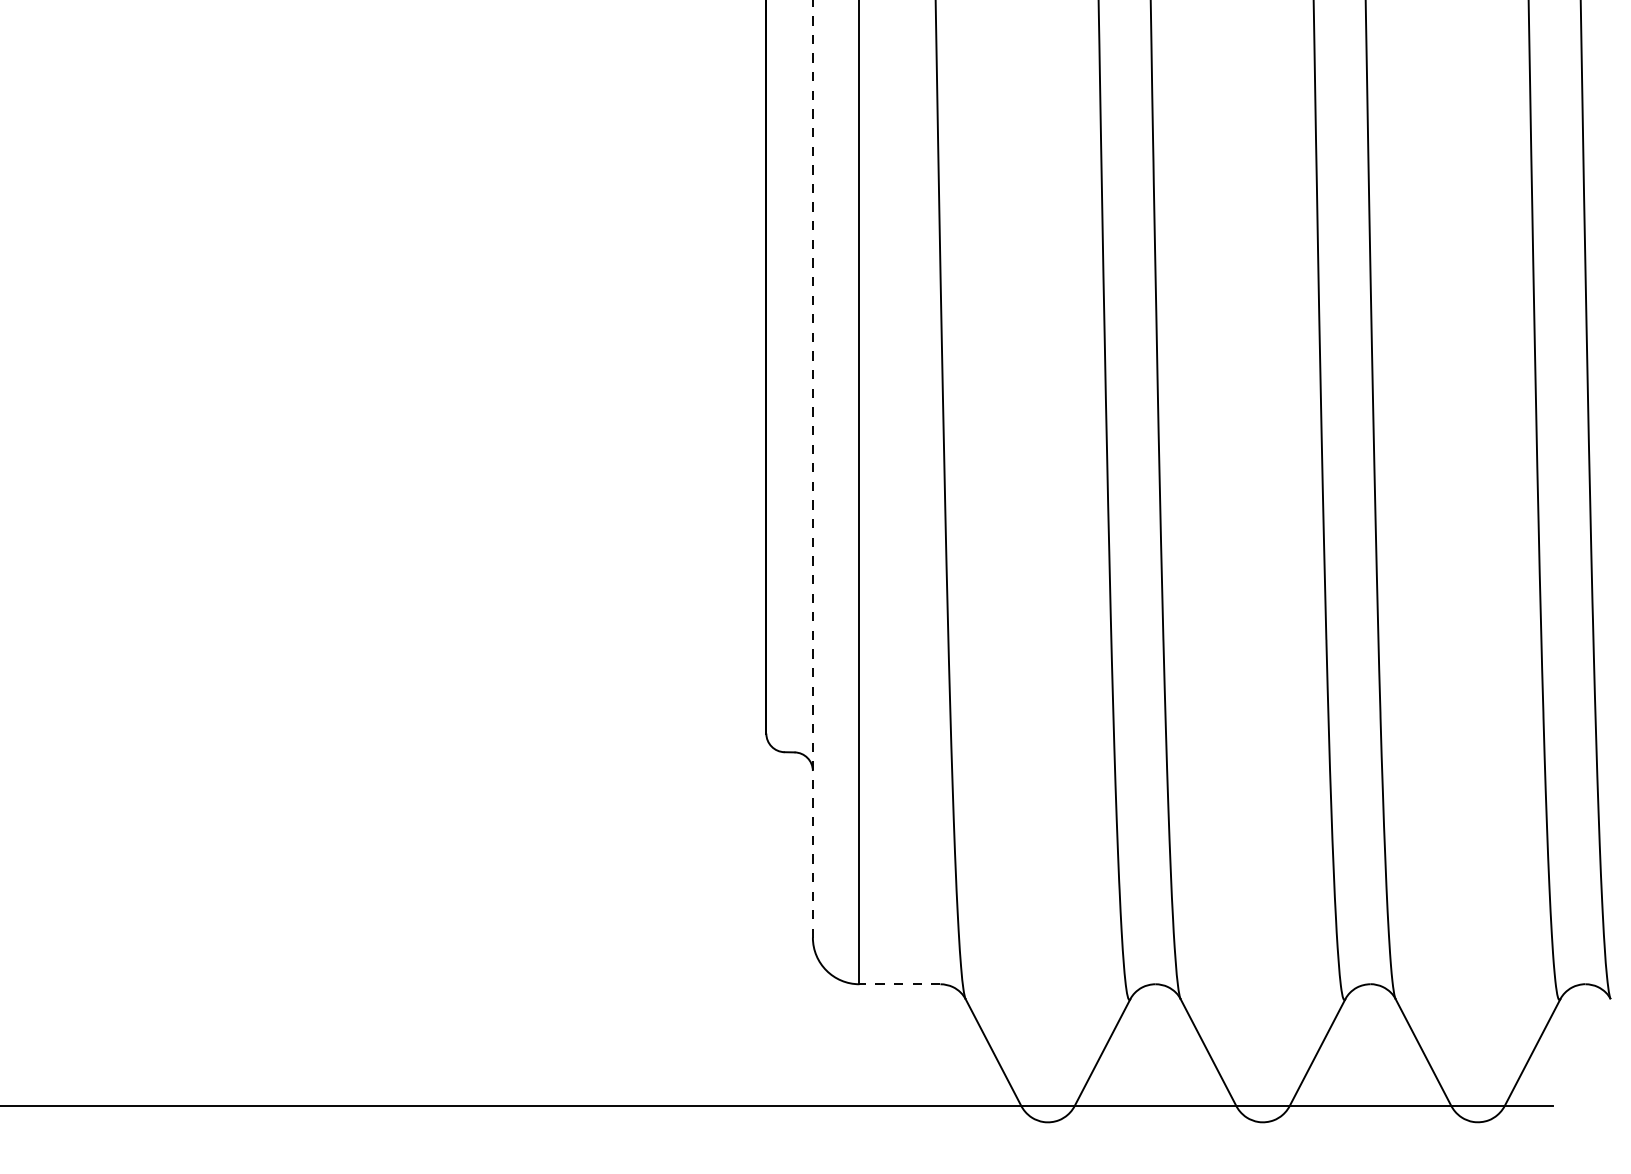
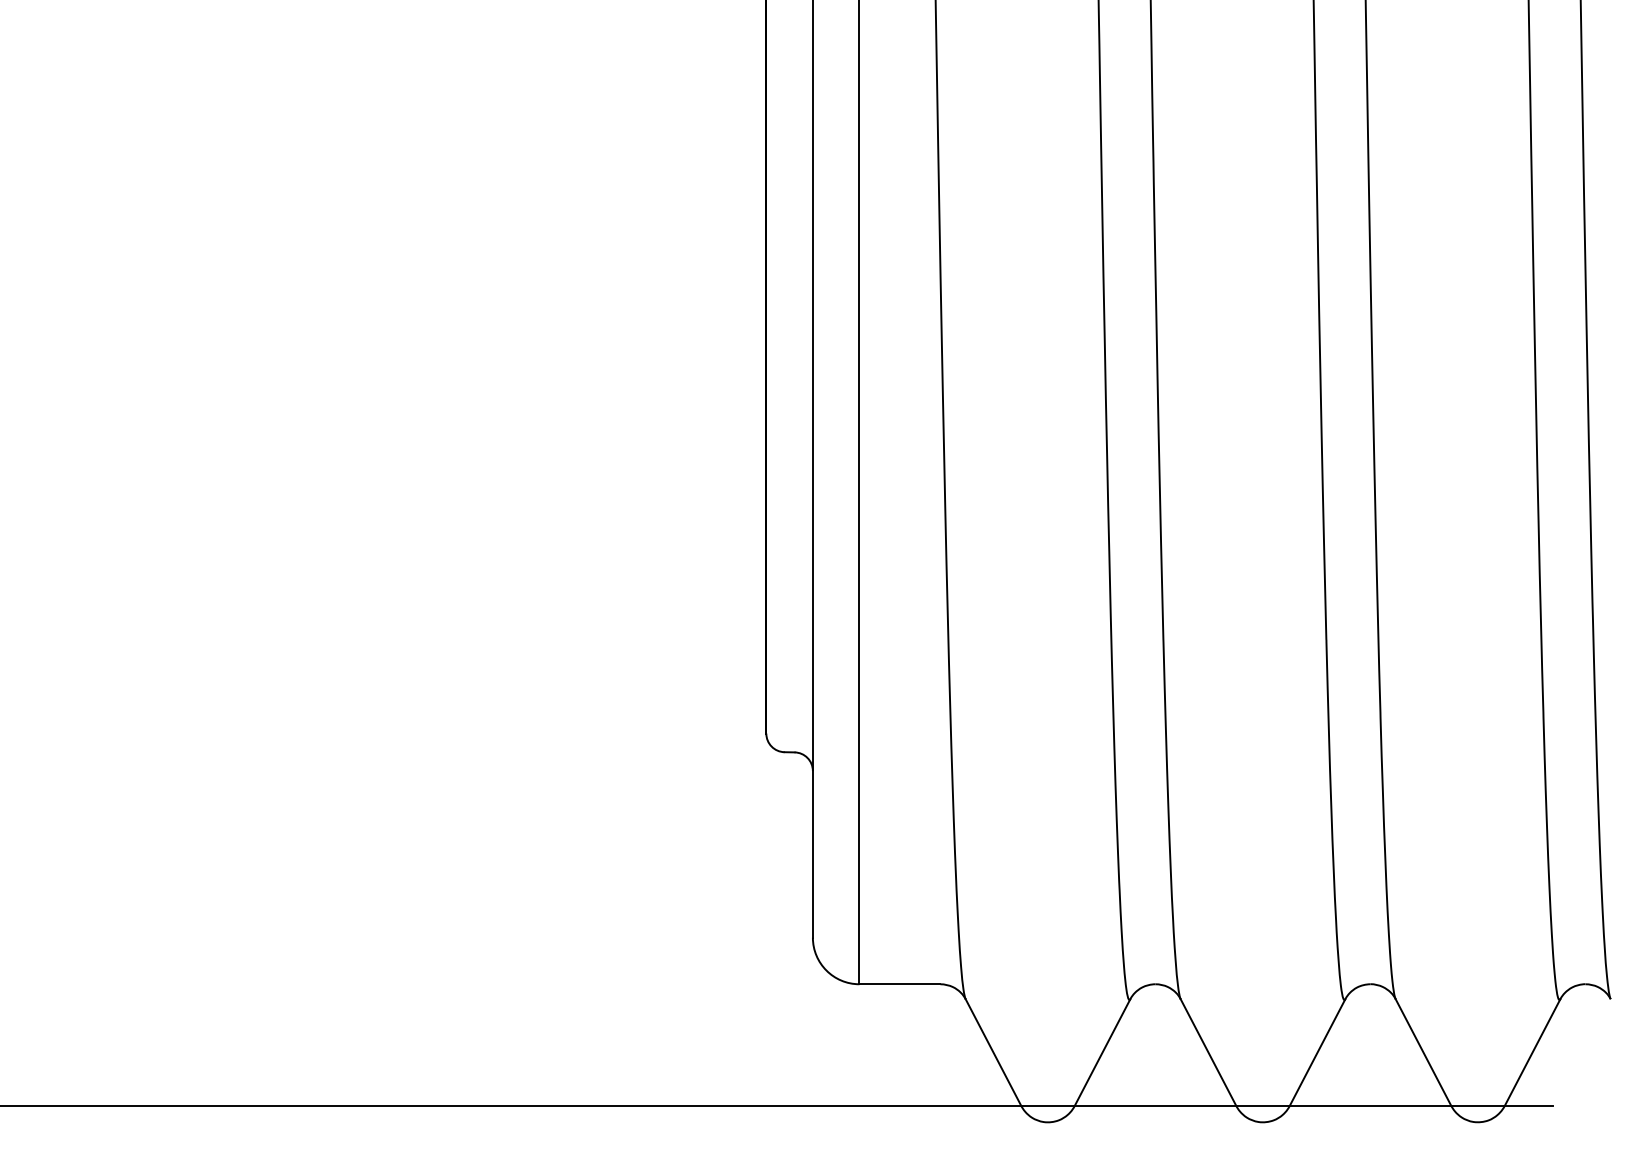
line at (812, 469): dashed -> solid
line at (899, 984): dashed -> solid
